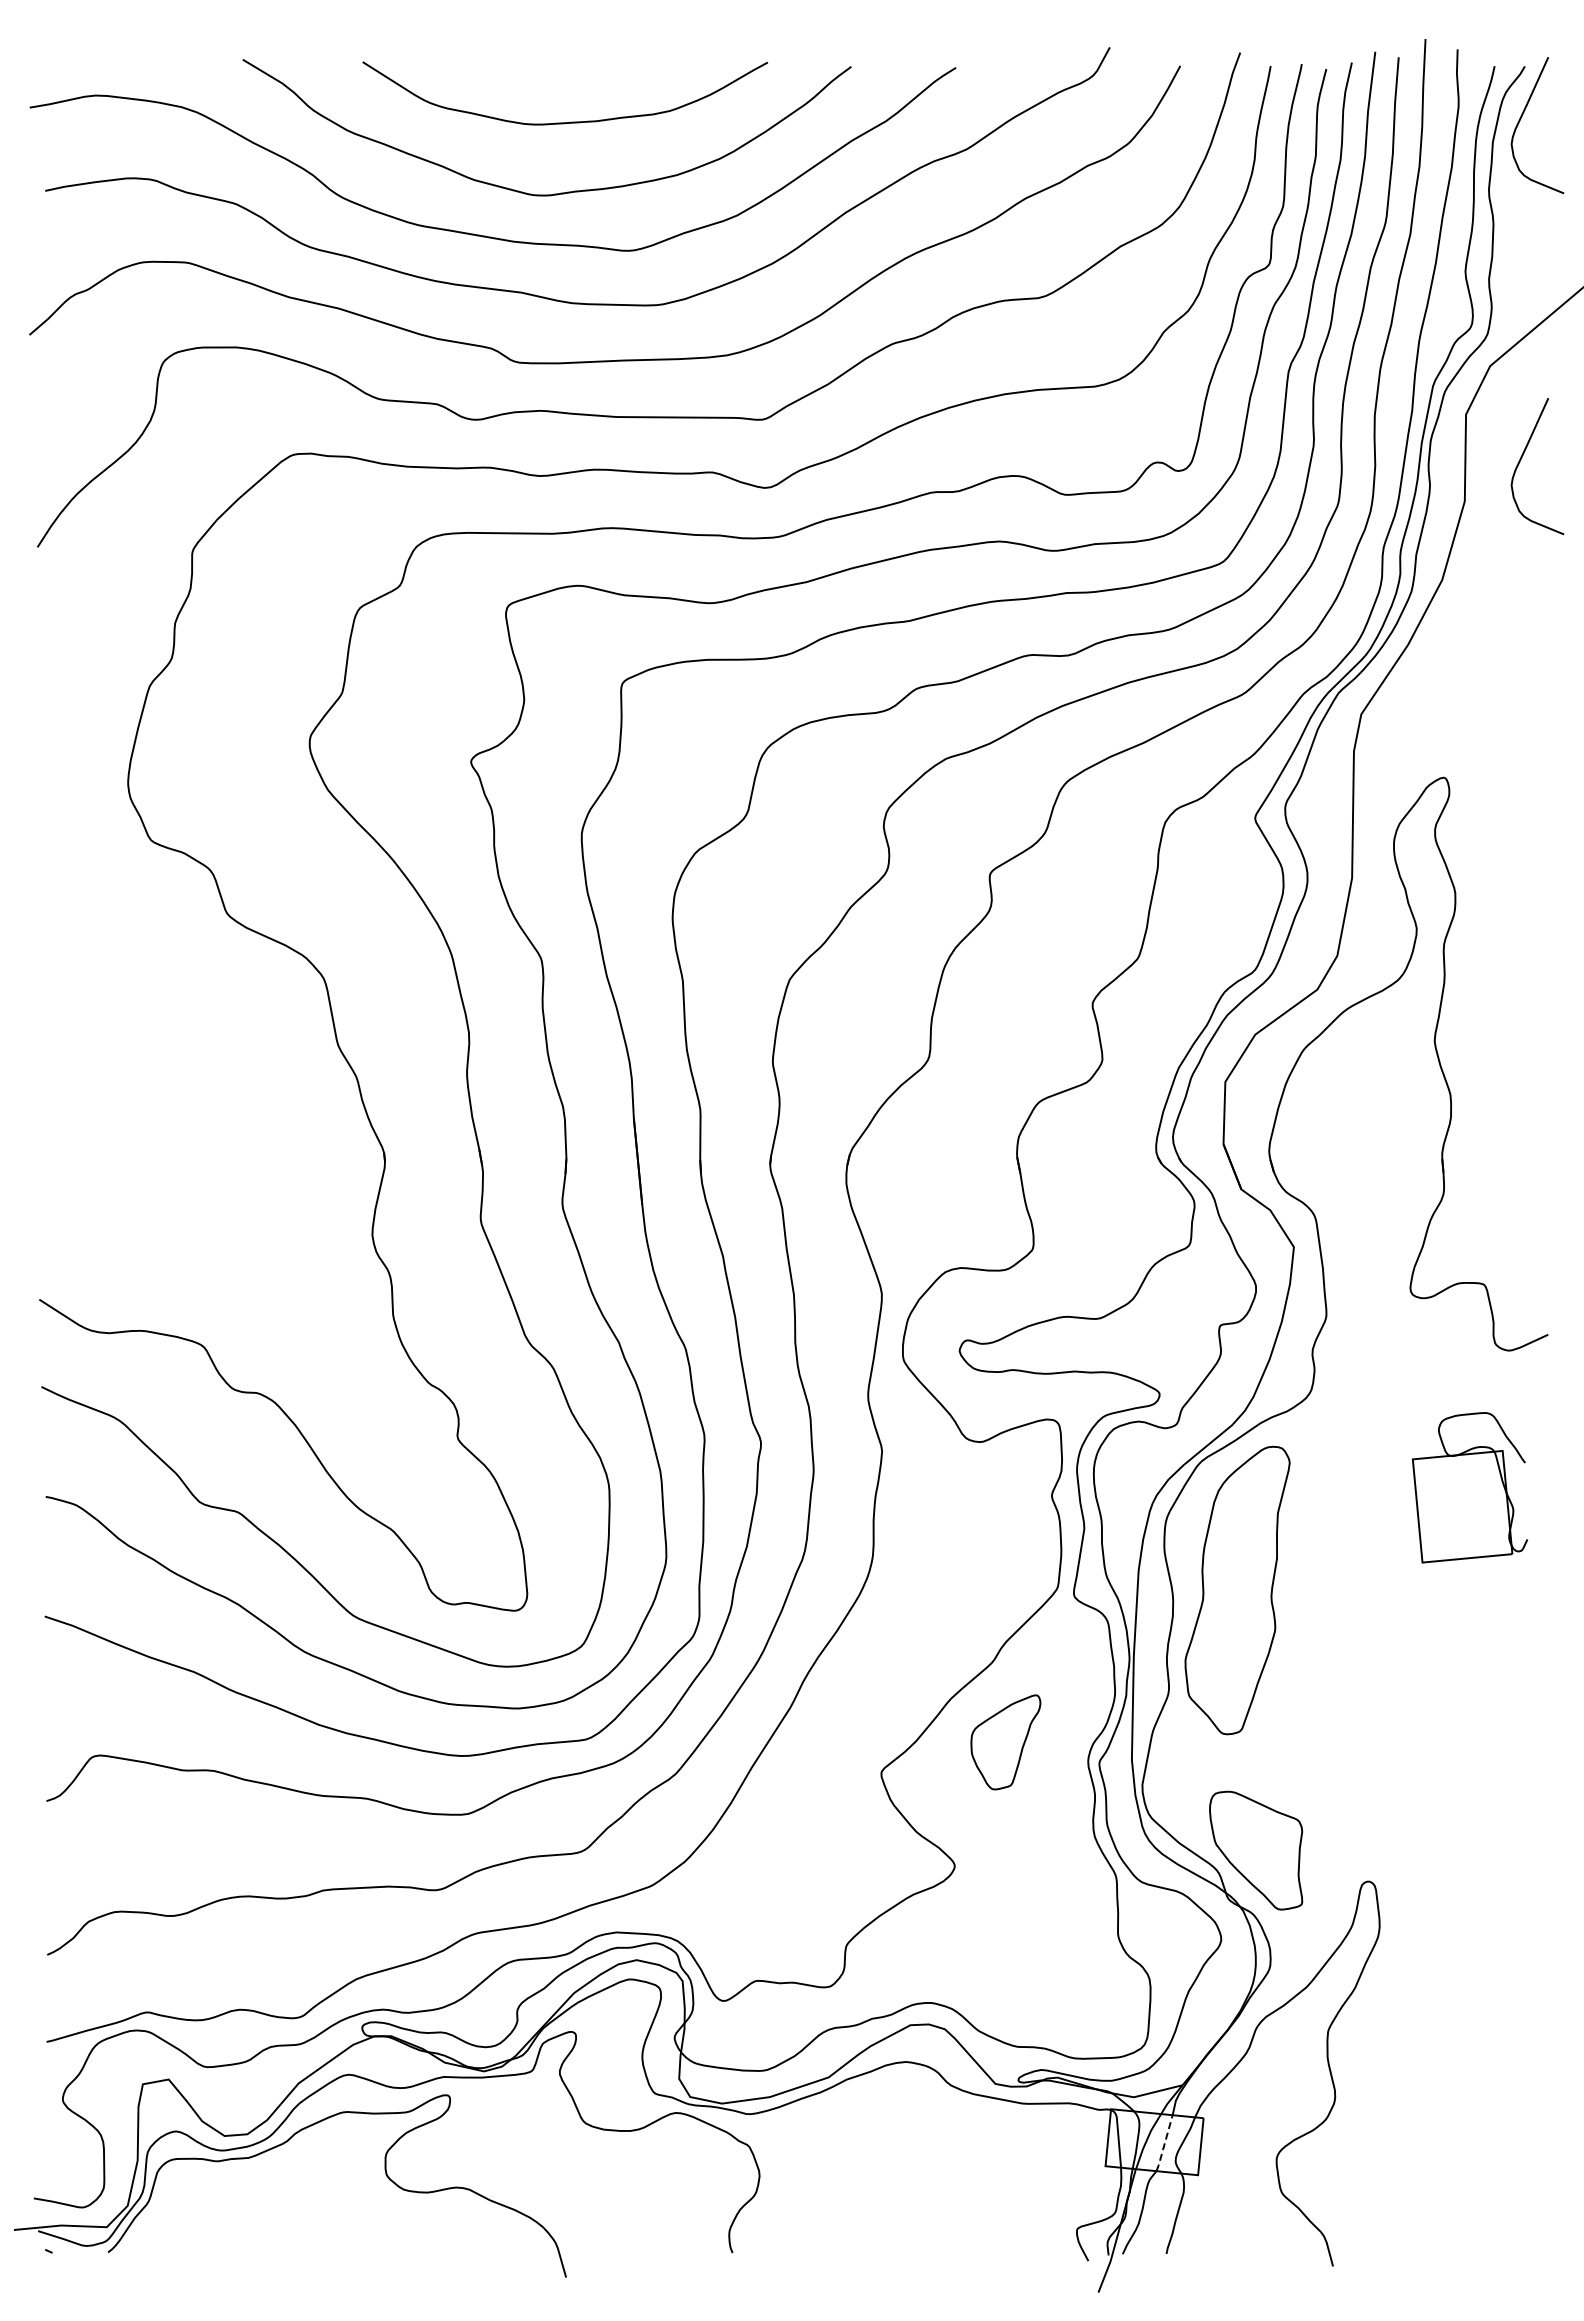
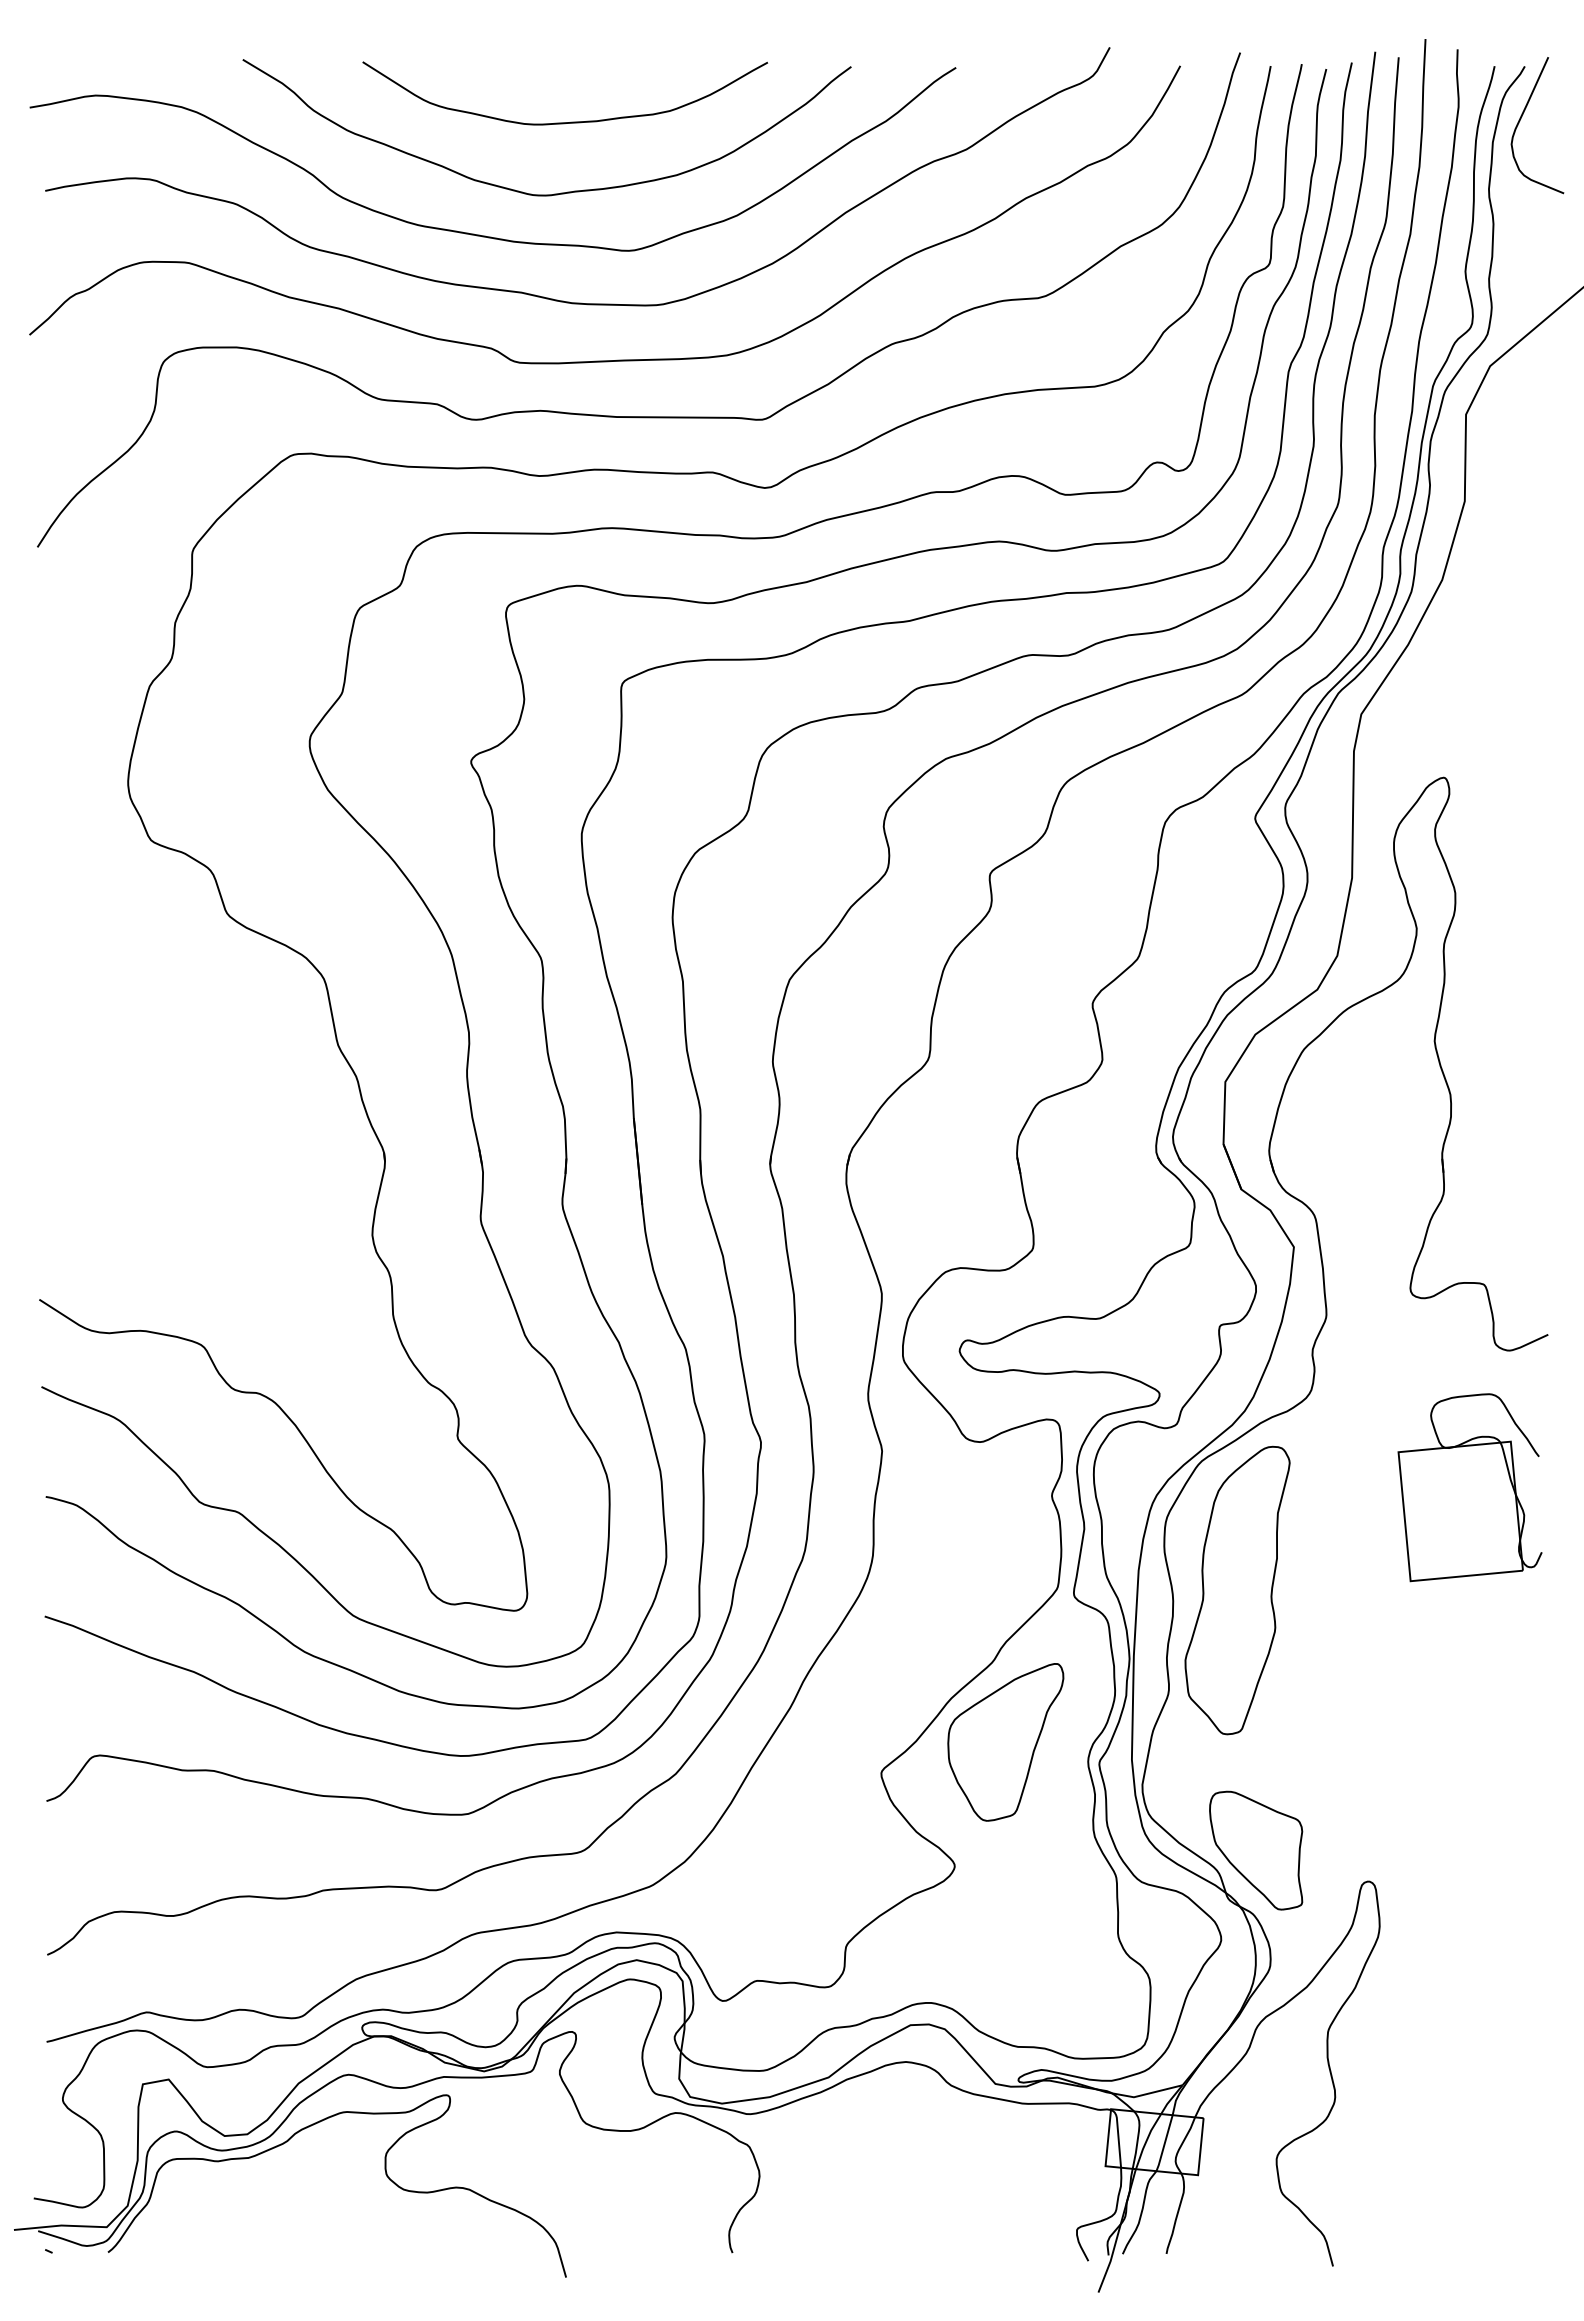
curve at (1521, 460): present -> none
part at (1469, 1487) size: 116x152 px -> 146x190 px
part at (1005, 1742) size: 72x97 px -> 118x159 px
line at (1164, 2144): dashed -> solid
